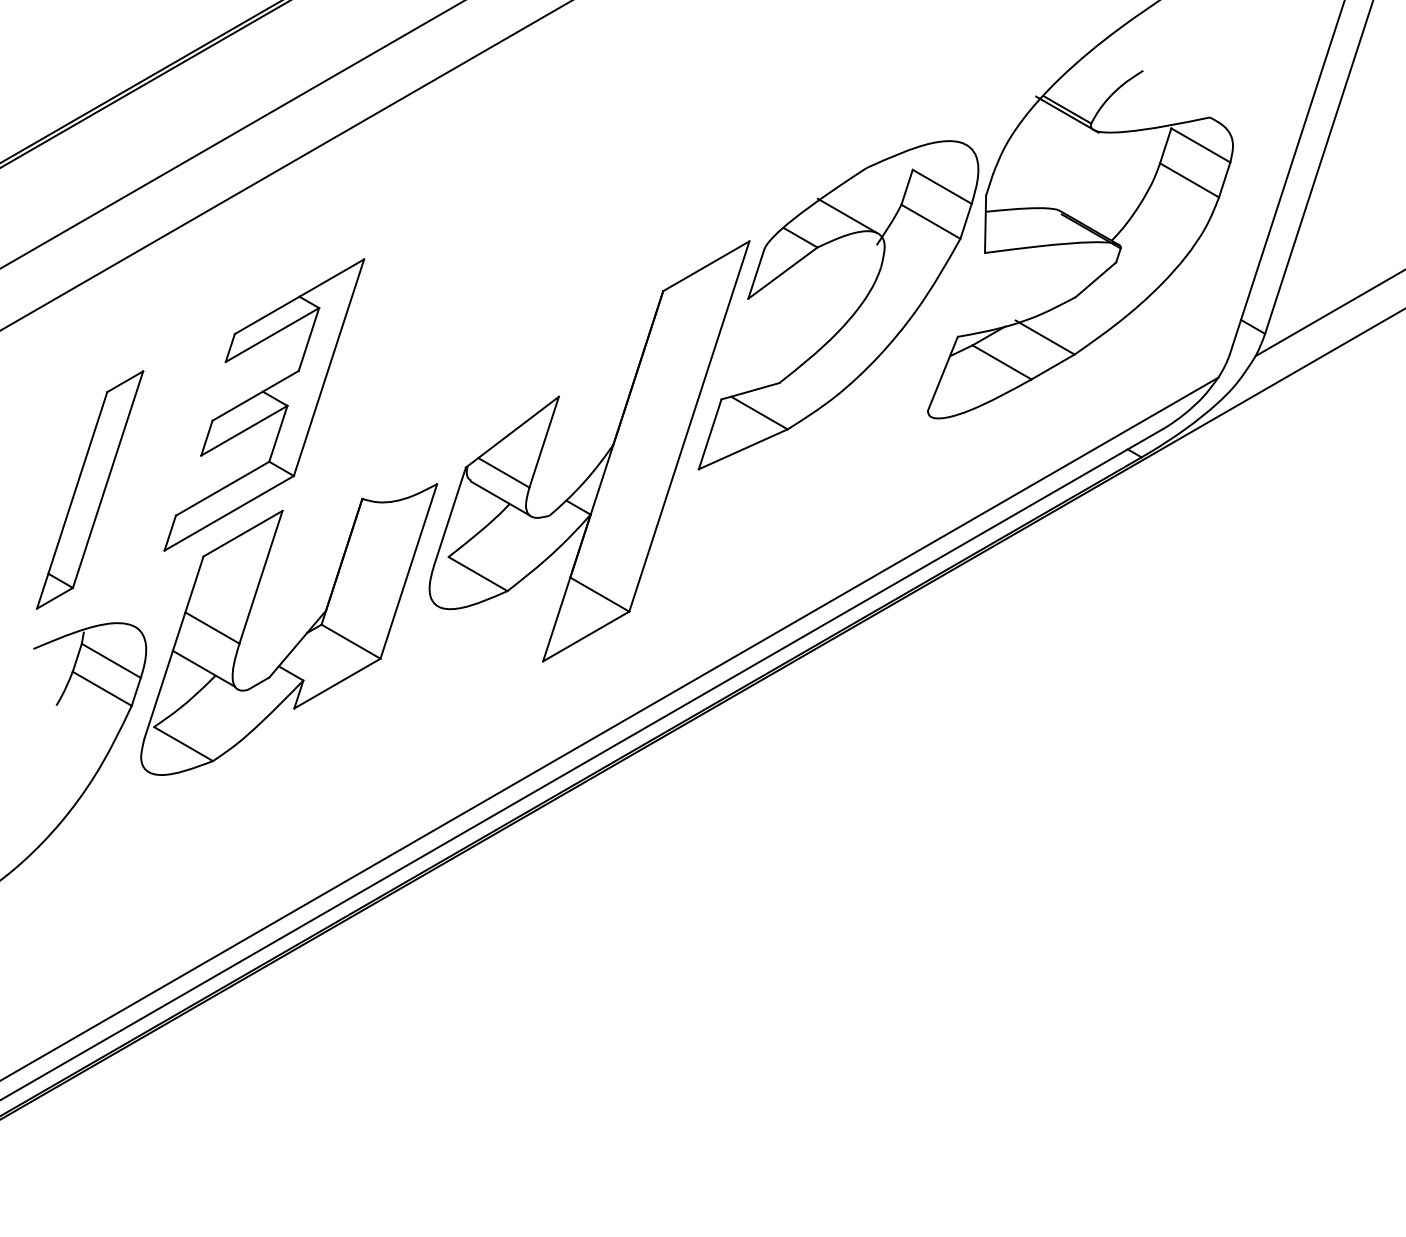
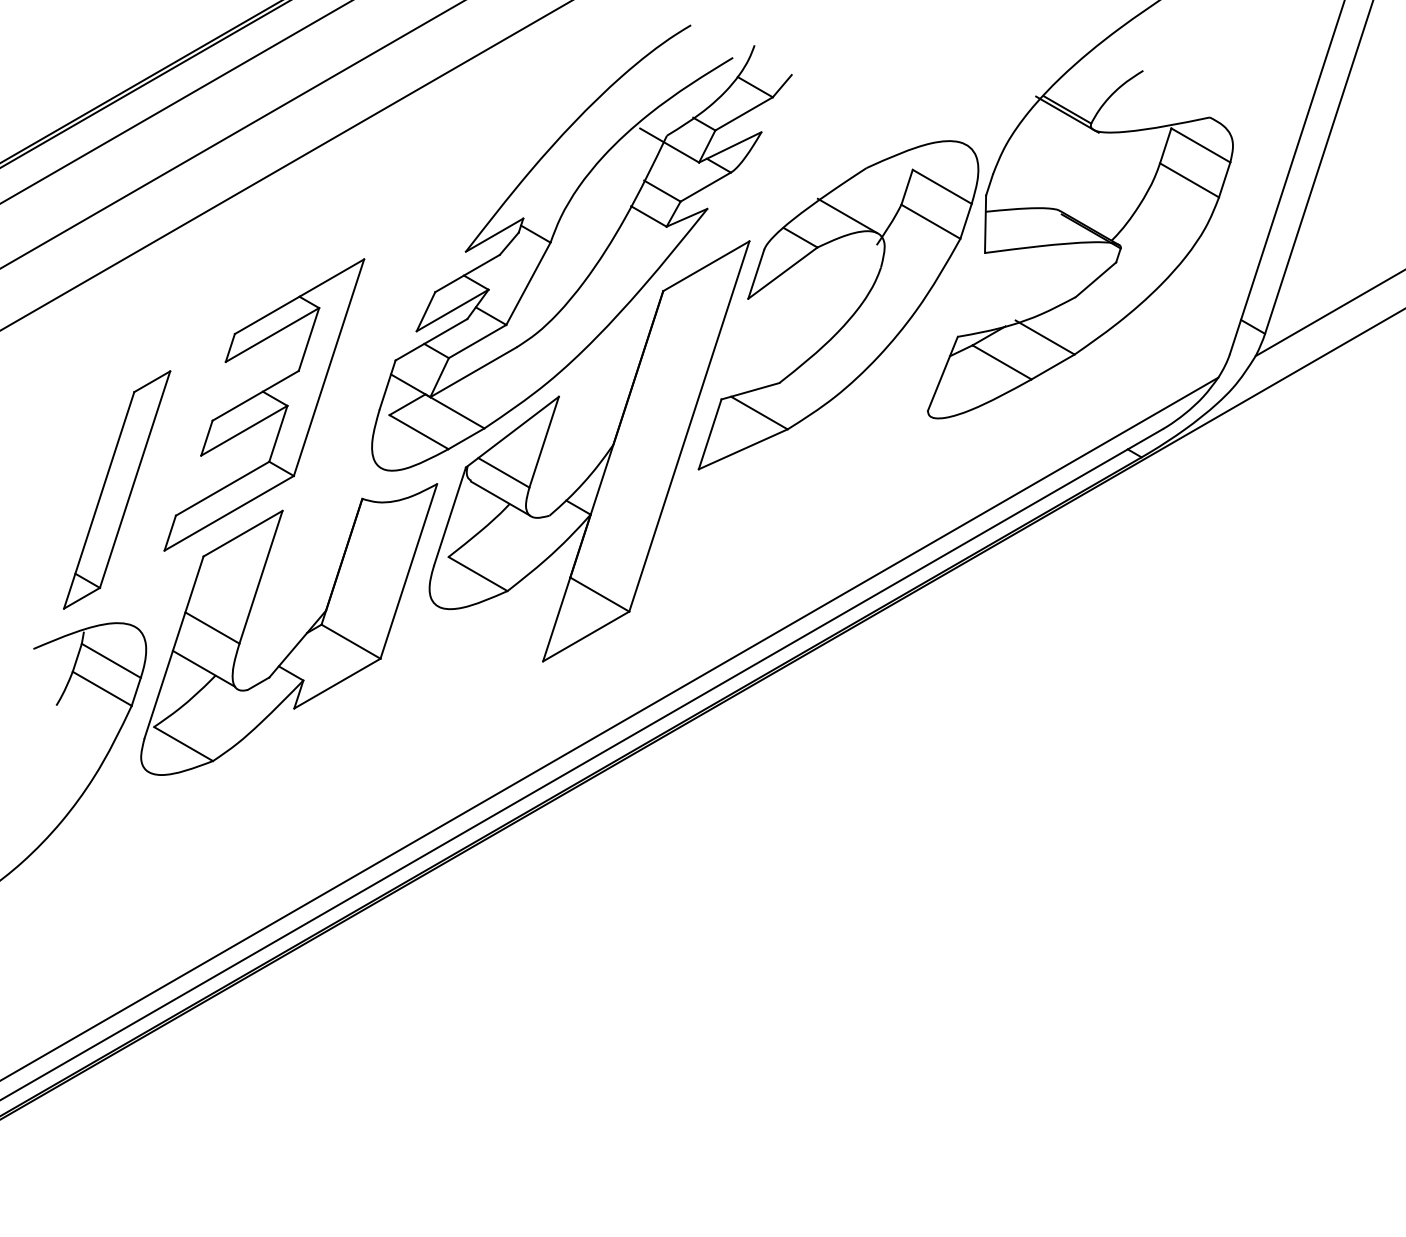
line at (175, 102): none -> present
part at (598, 259): none -> present
part at (90, 489) position: (90, 489) -> (117, 489)
